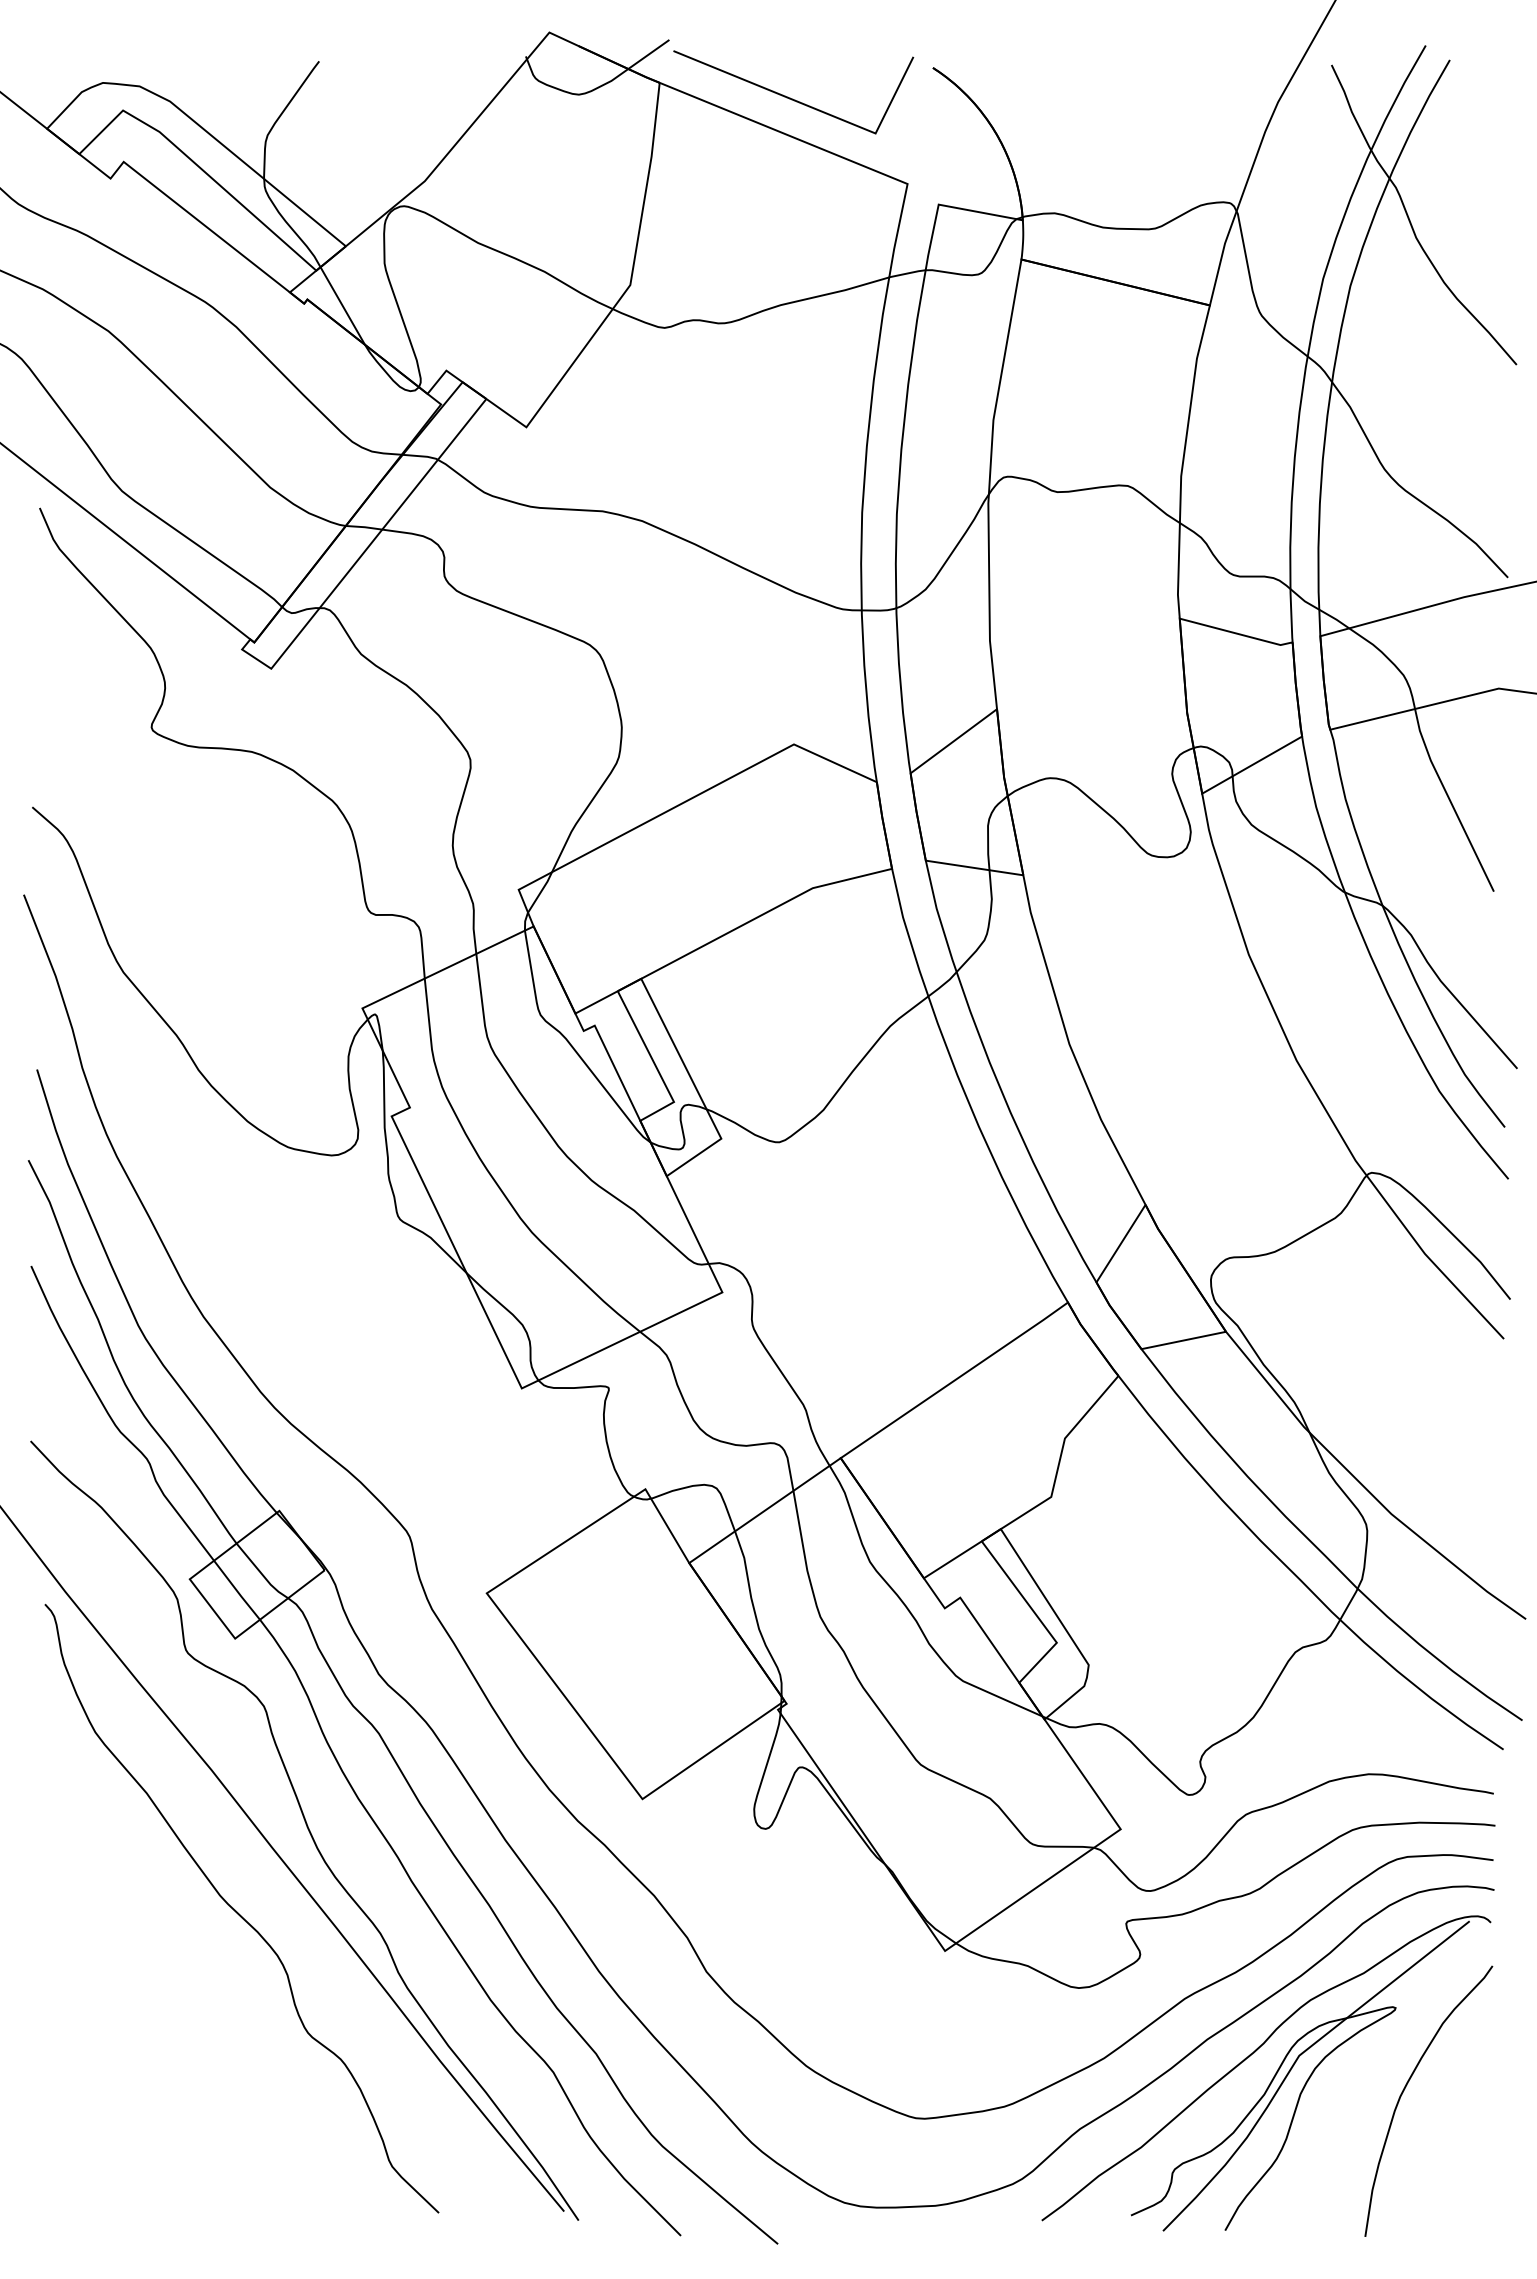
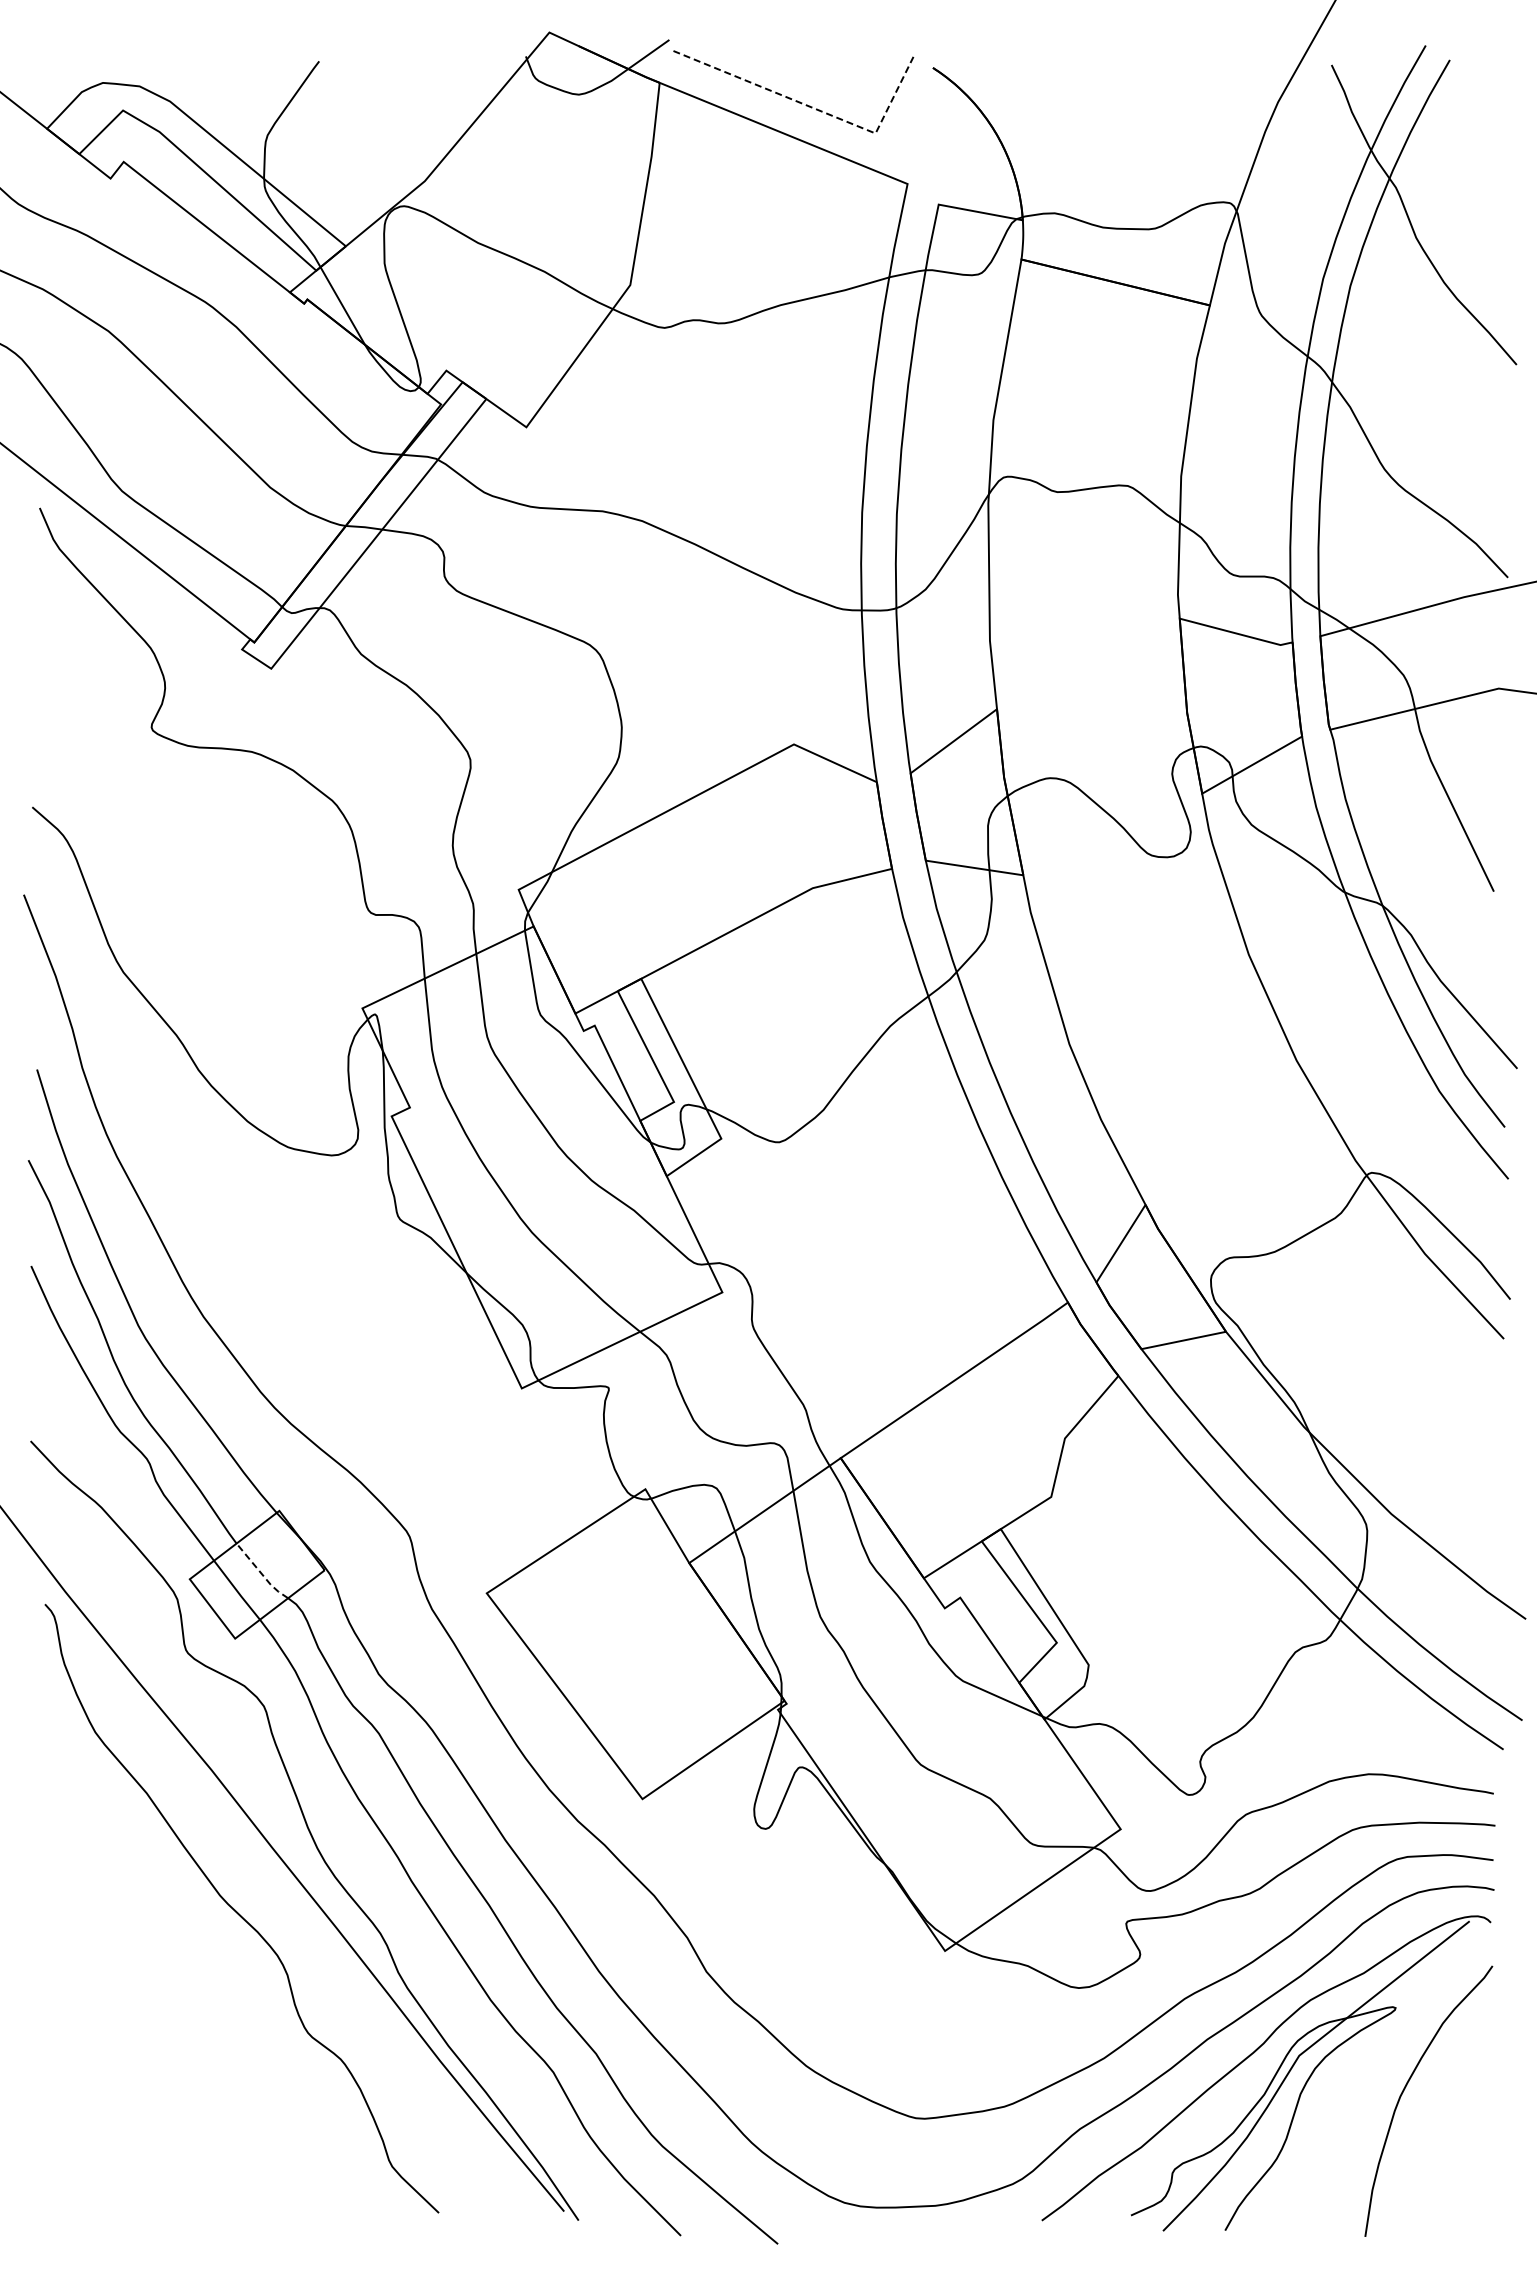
line at (814, 108): solid -> dashed
line at (261, 1573): solid -> dashed
